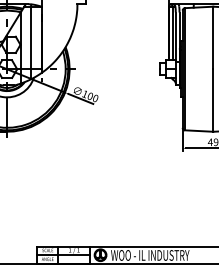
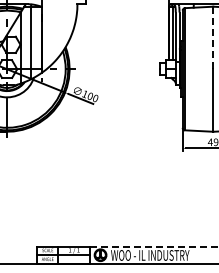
line at (213, 37): solid -> dashed
line at (154, 246): solid -> dashed
